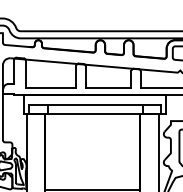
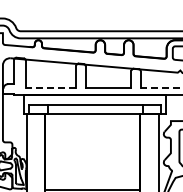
line at (50, 87): solid -> dashed
line at (161, 87): solid -> dashed
